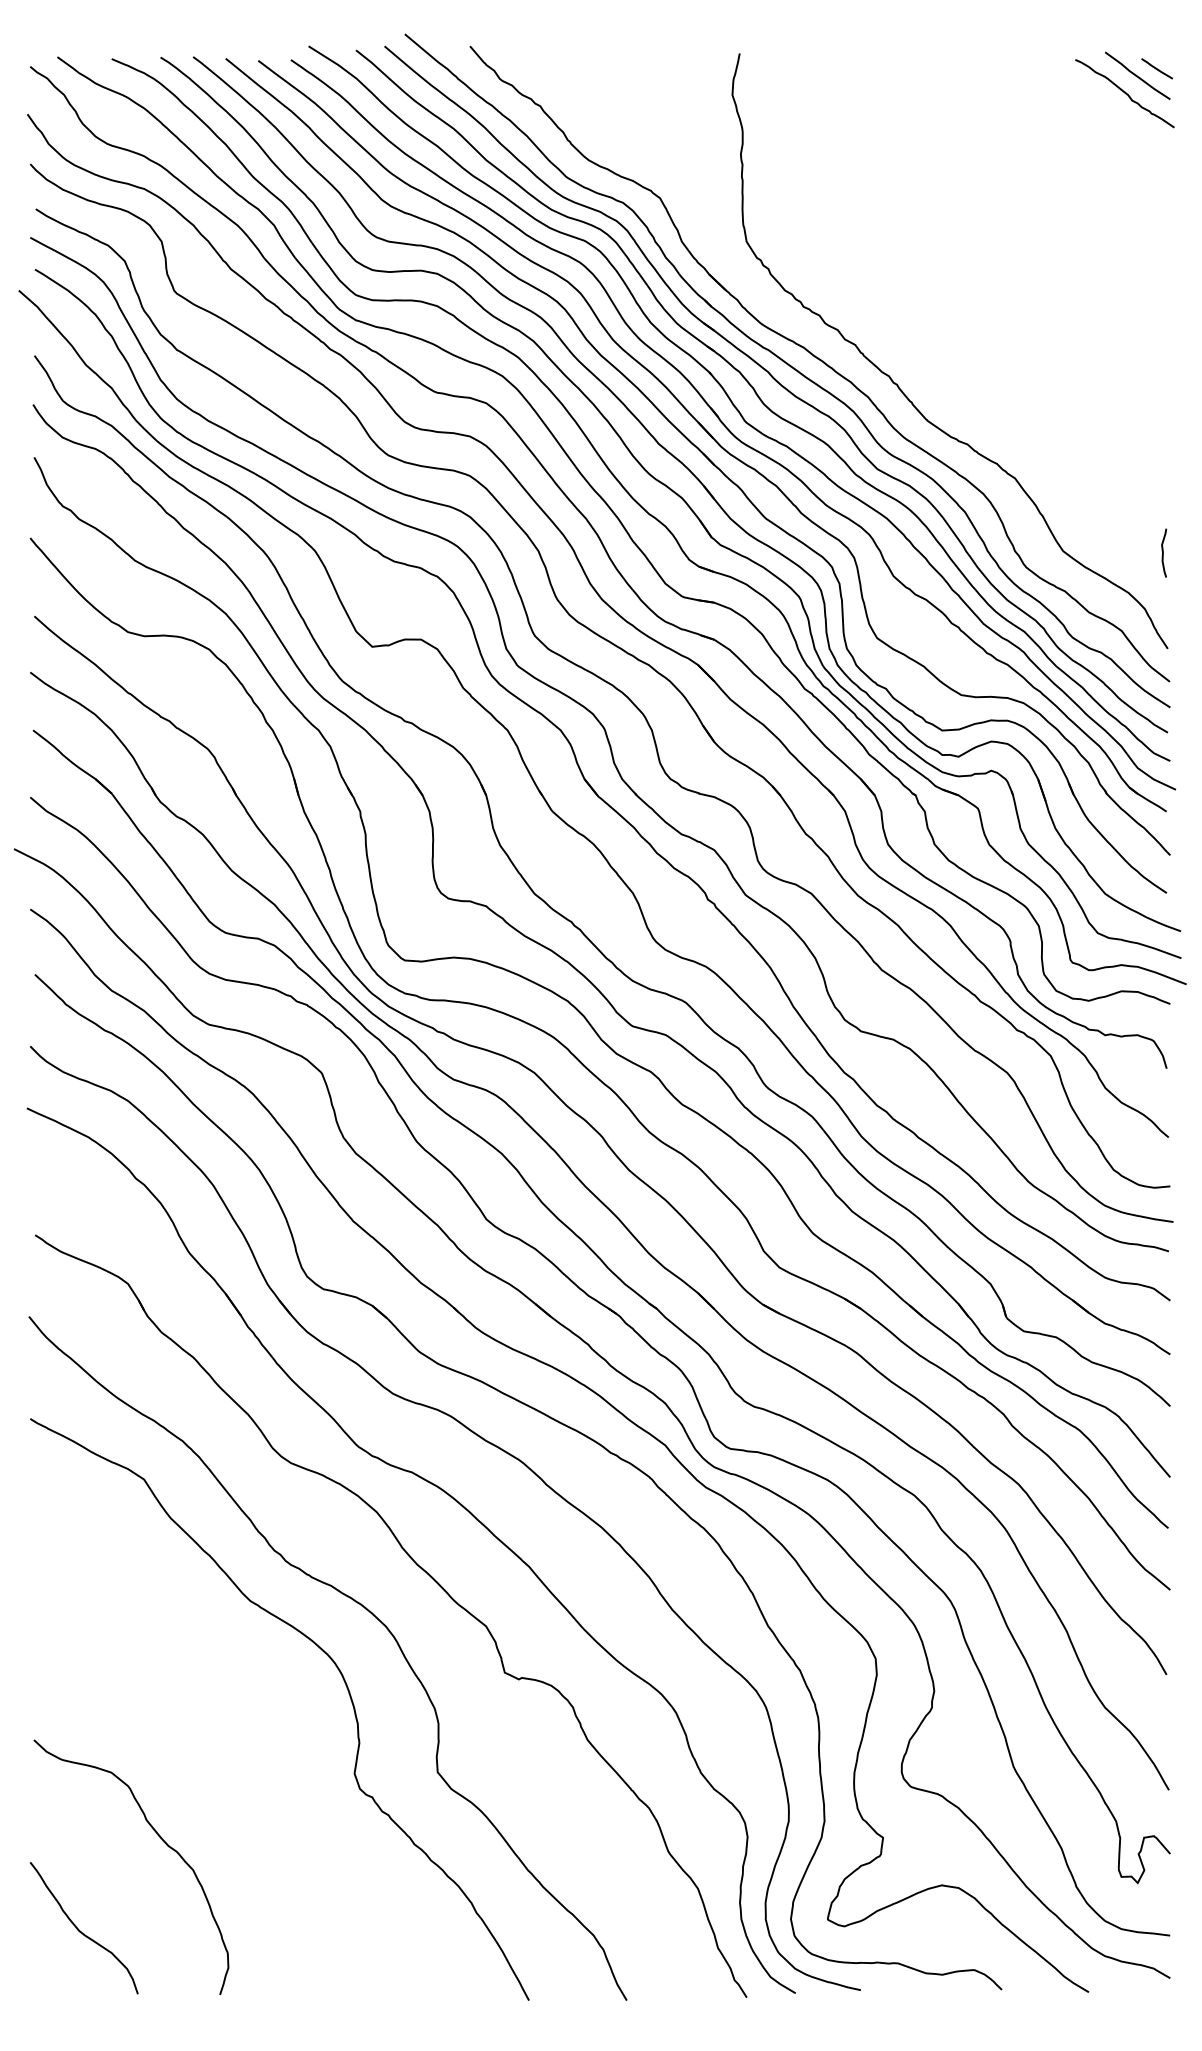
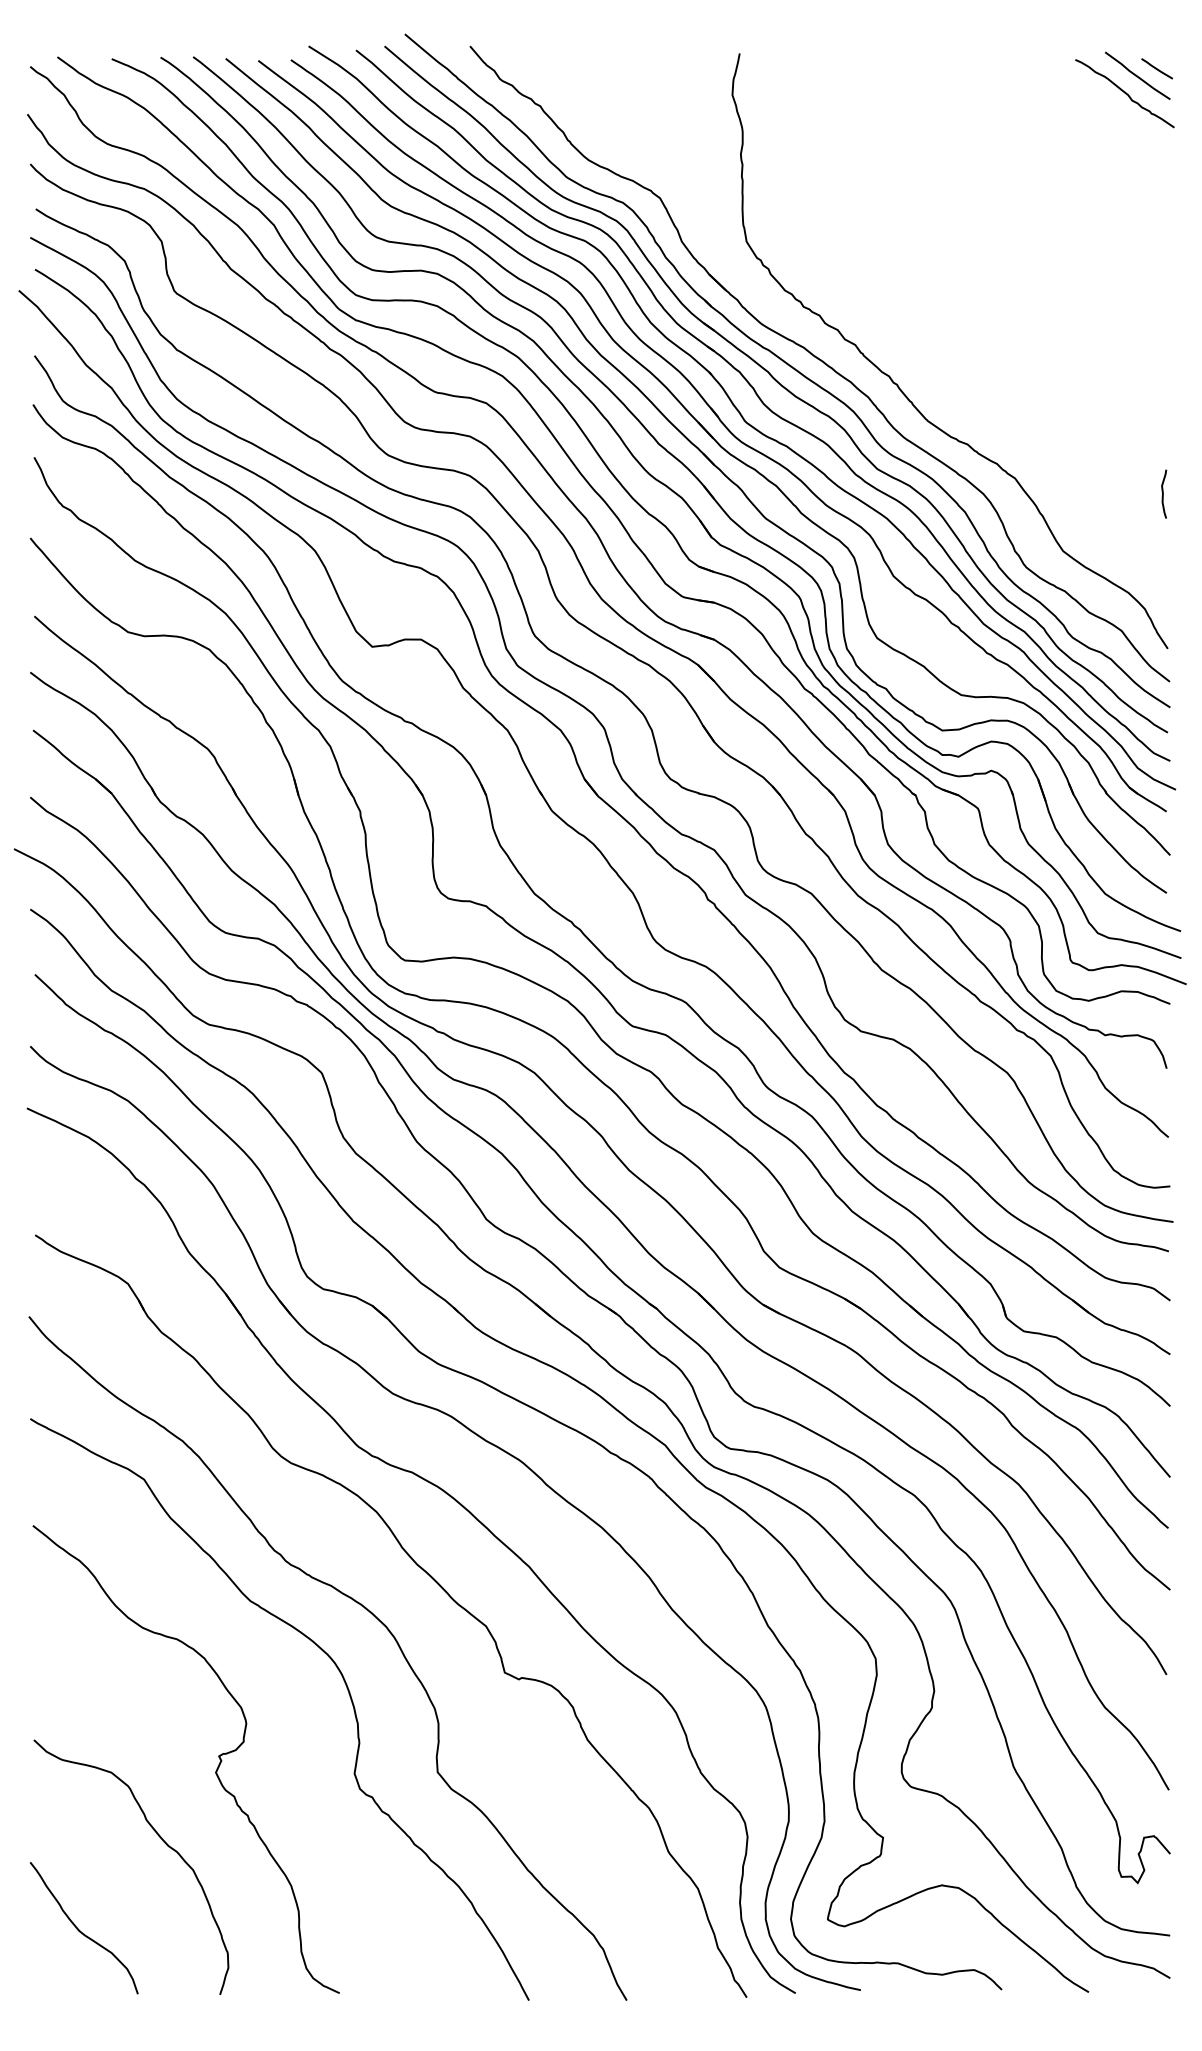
curve at (1163, 552) position: (1163, 552) -> (1163, 493)
curve at (215, 1770): none -> present
